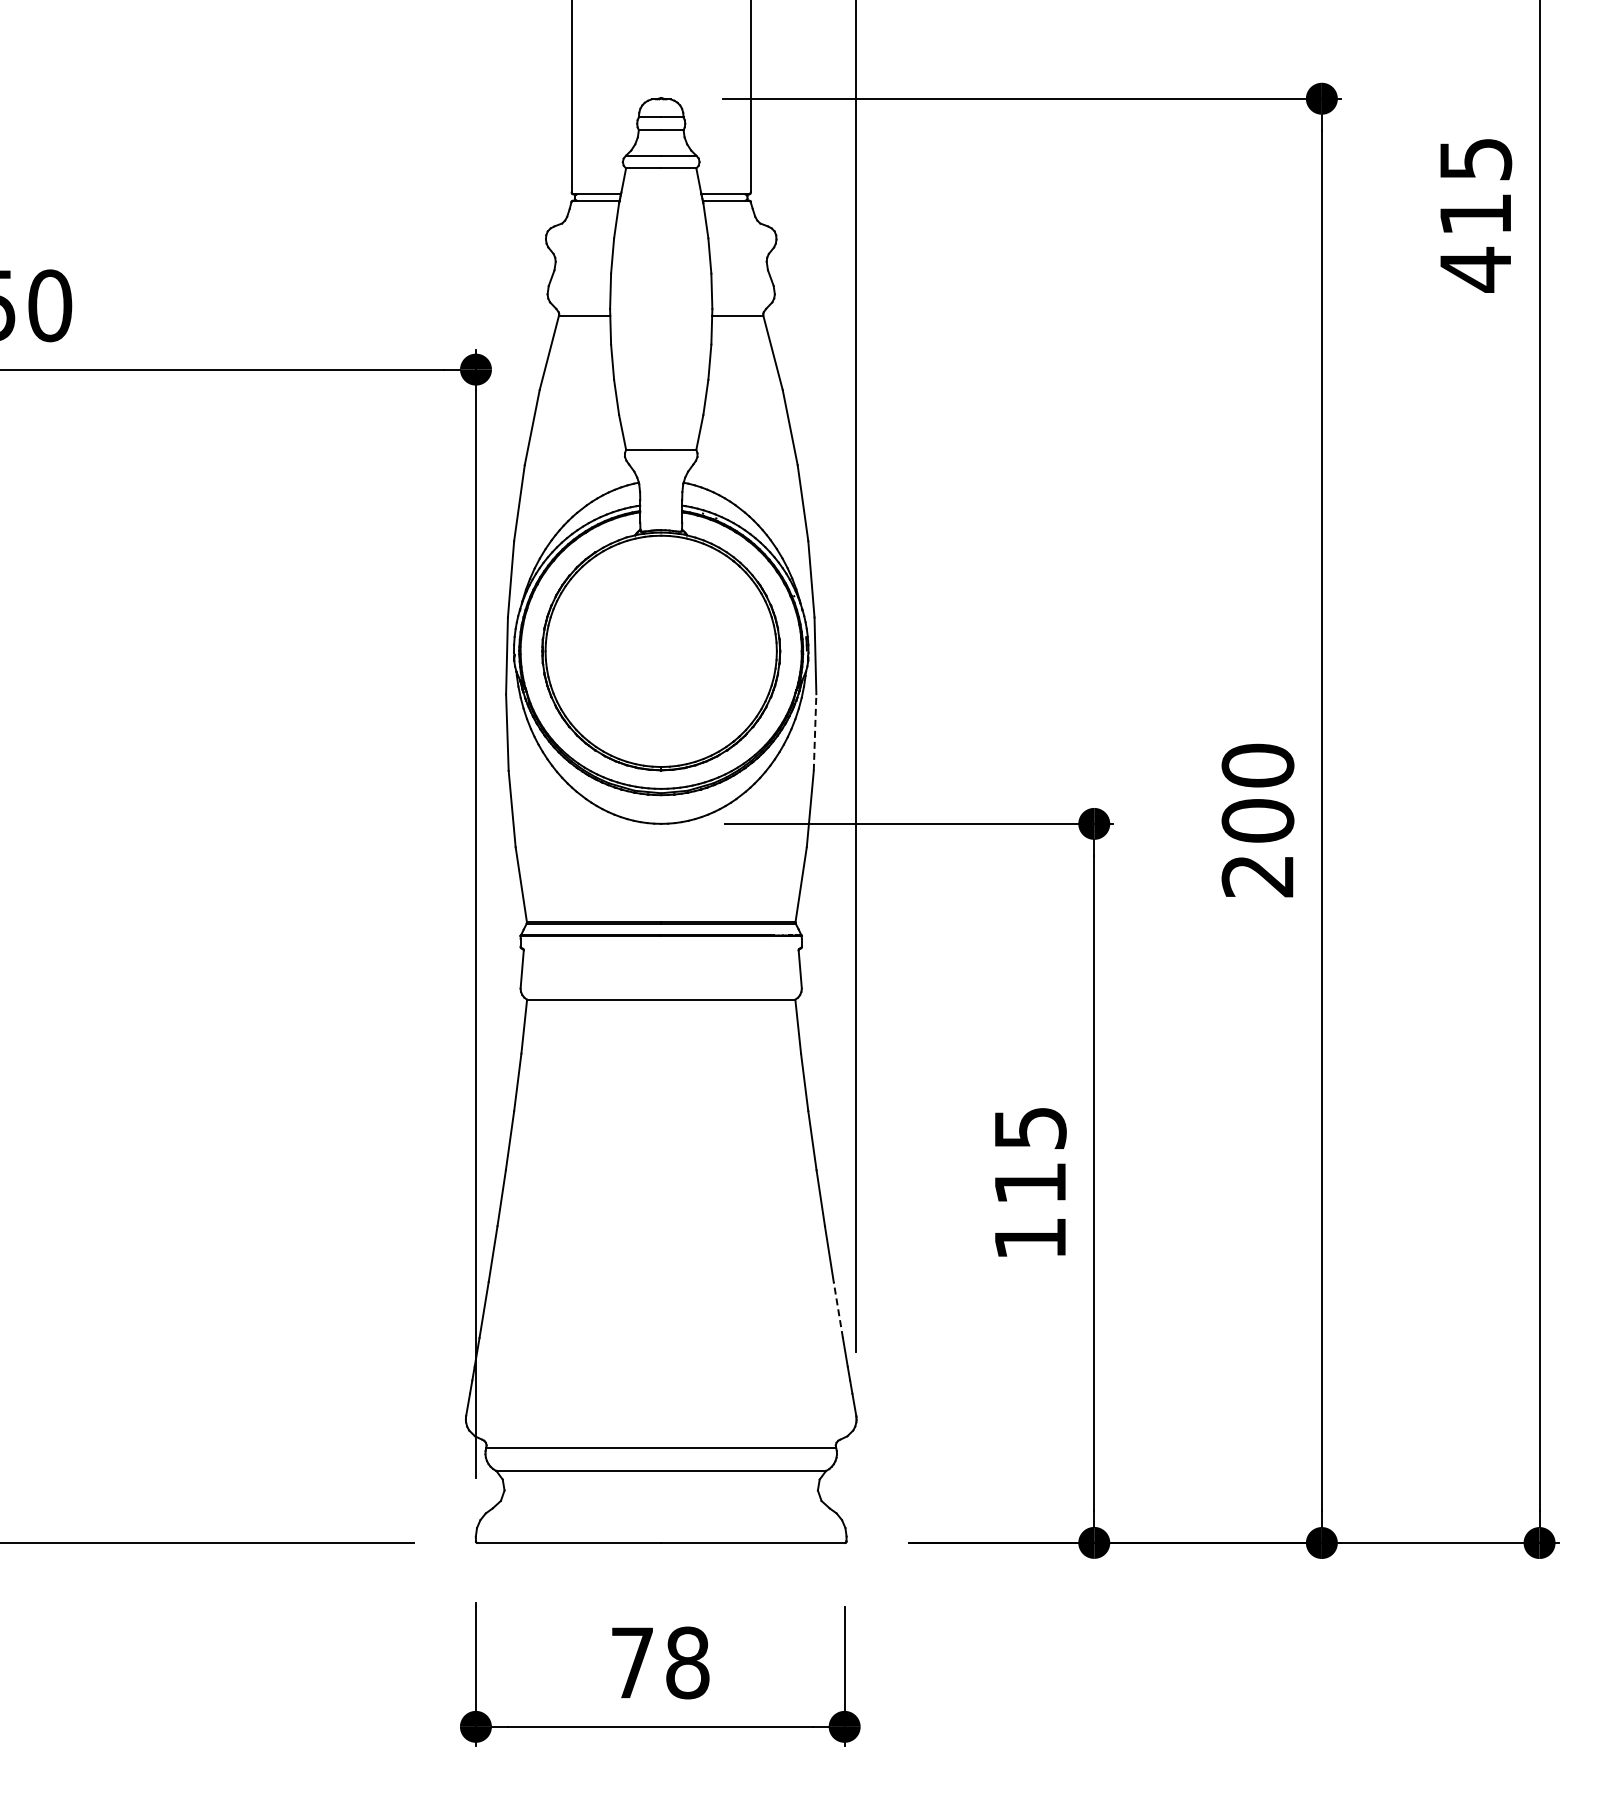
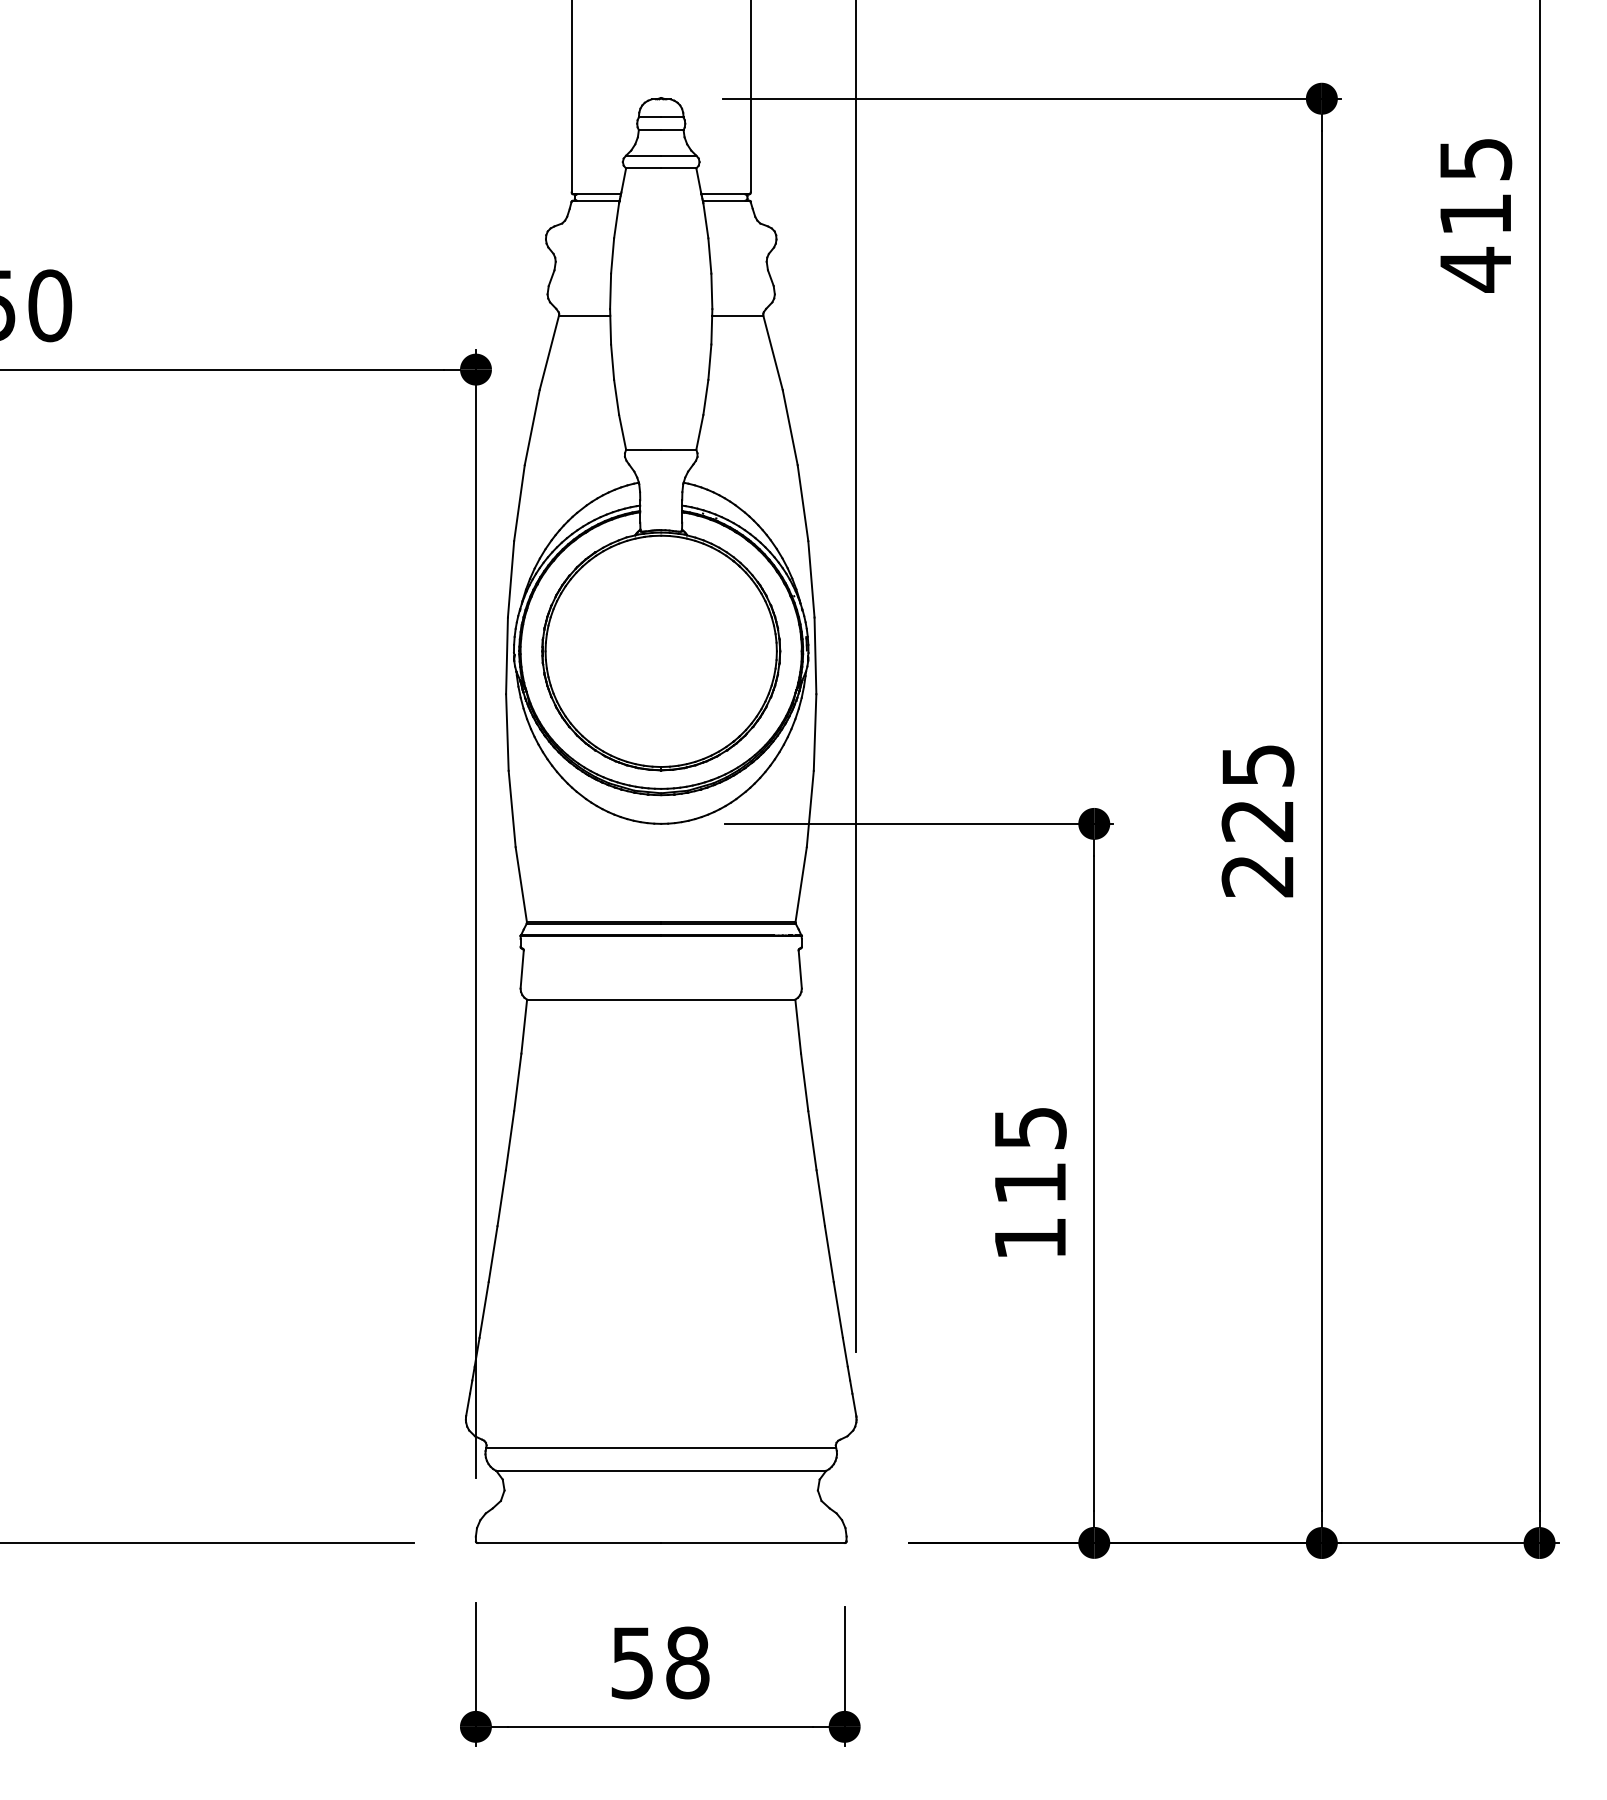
line at (815, 732): dashed -> solid
text at (1257, 792): 200 -> 225
line at (838, 1309): dashed -> solid
text at (631, 1663): 78 -> 58
